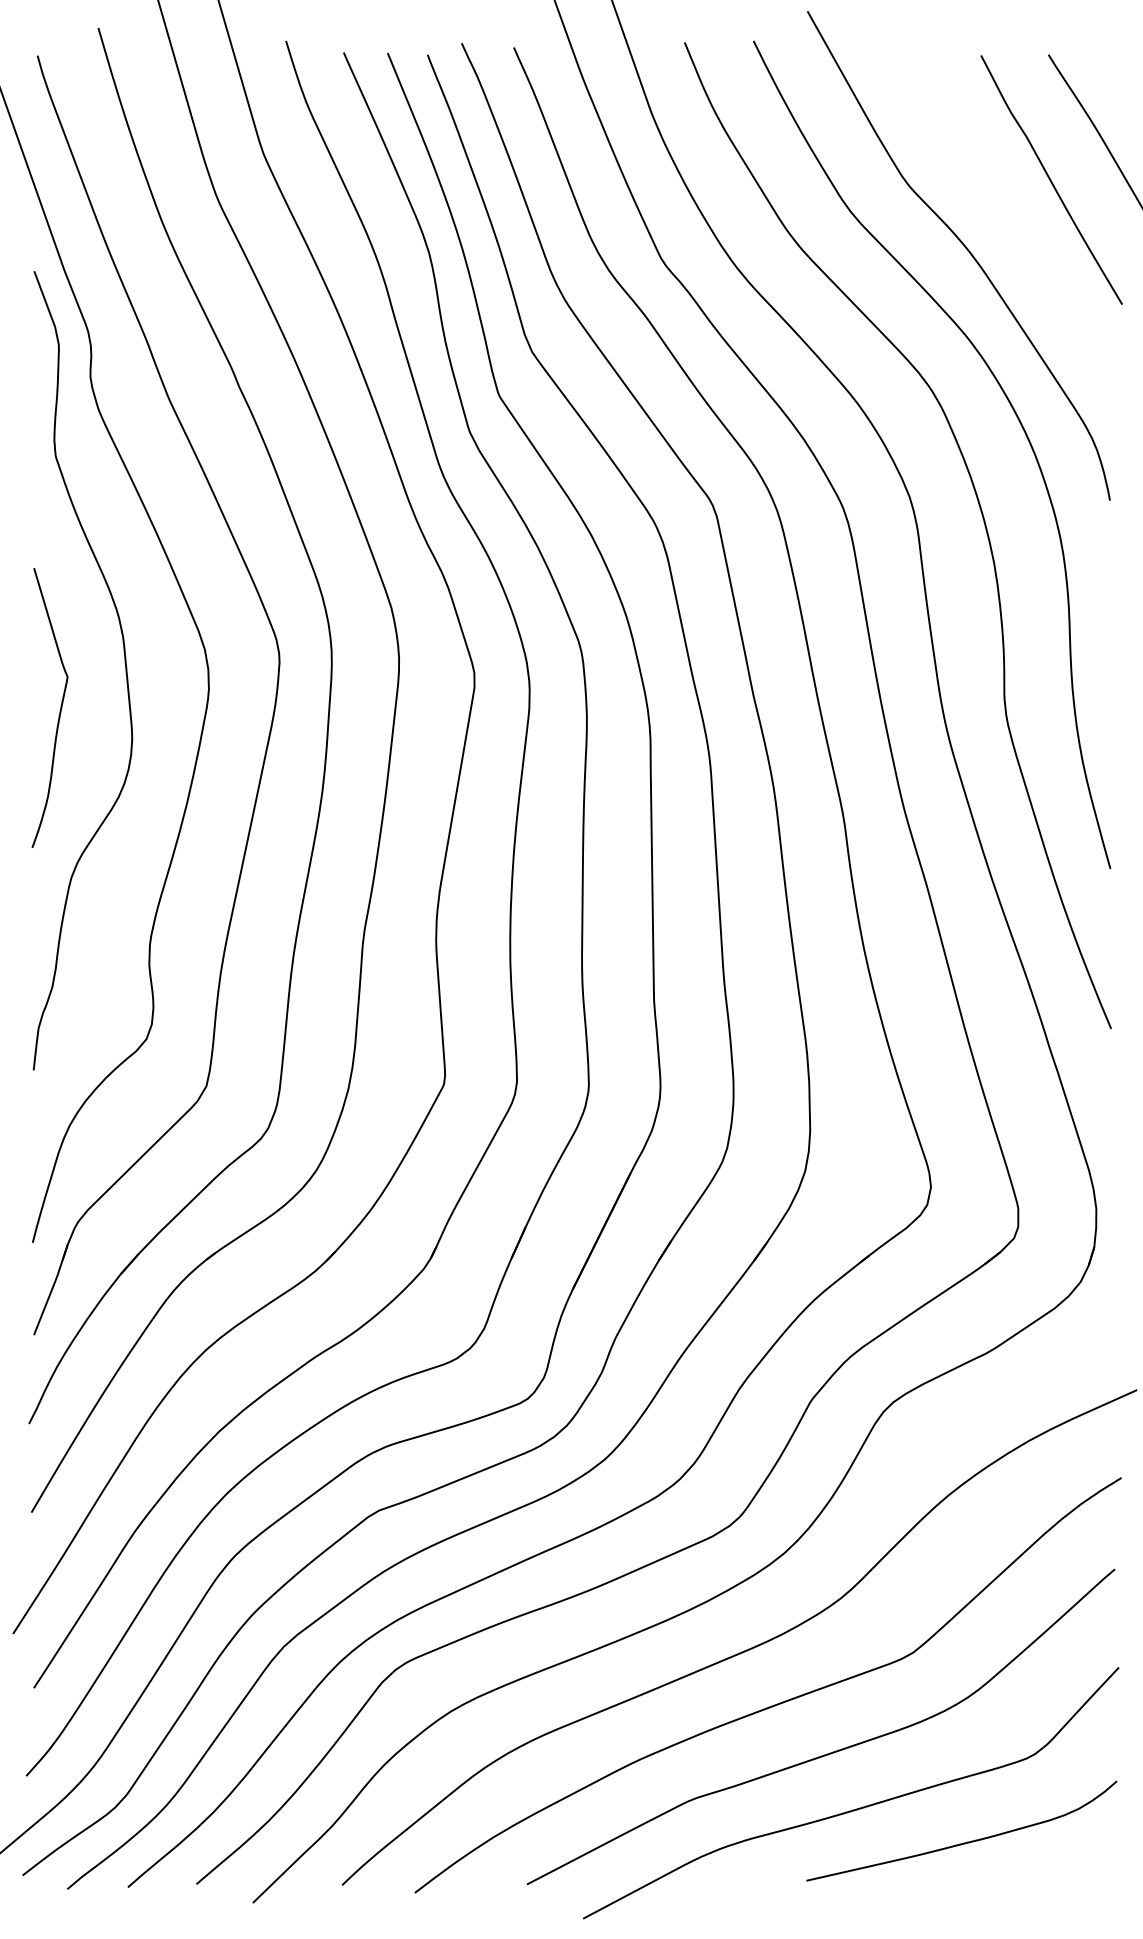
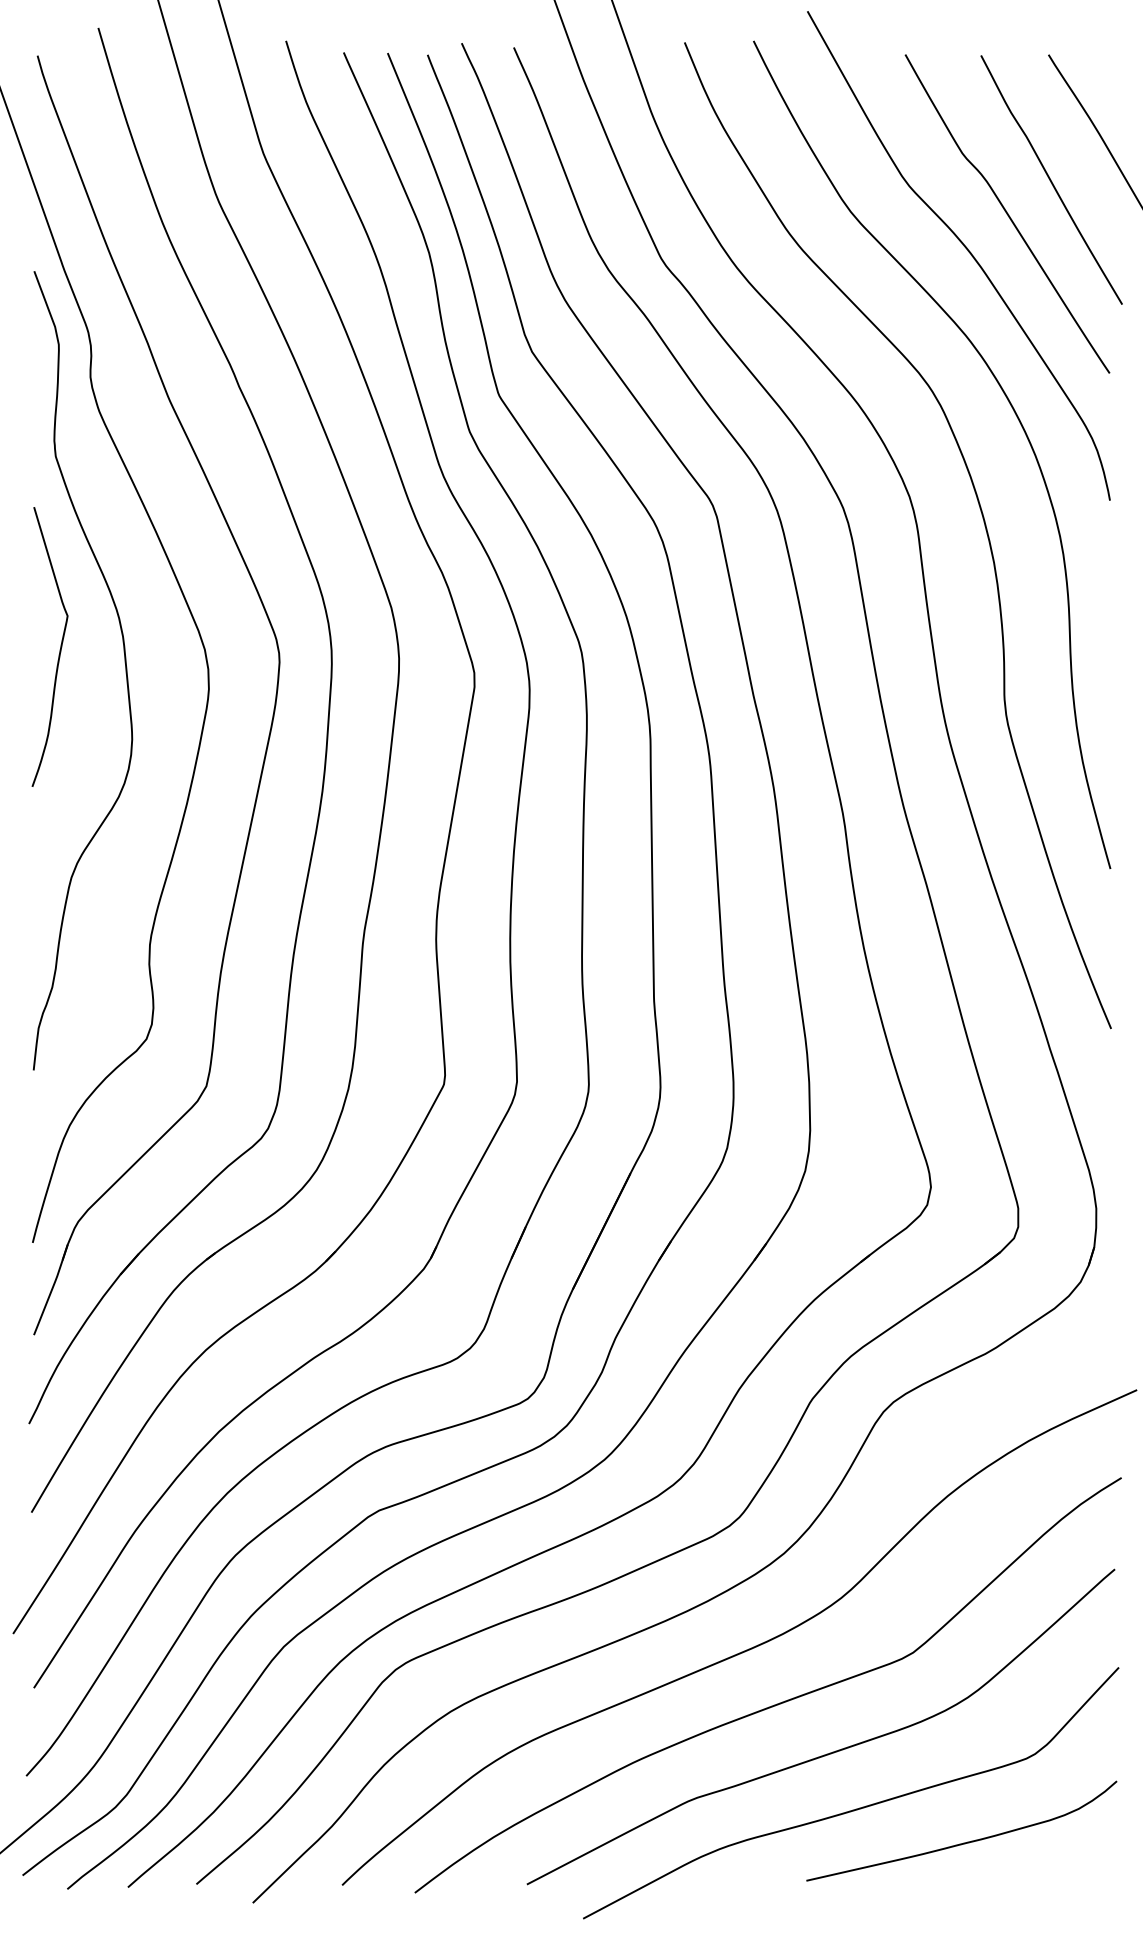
curve at (1007, 213): none -> present
curve at (59, 710) position: (59, 710) -> (59, 649)
